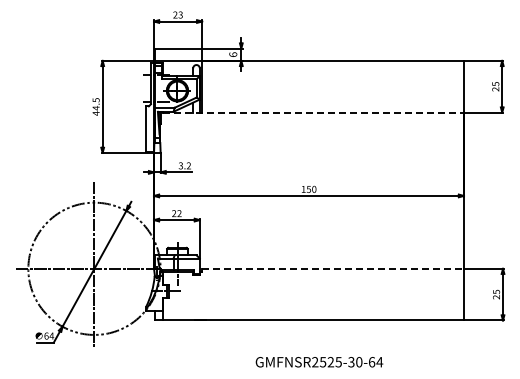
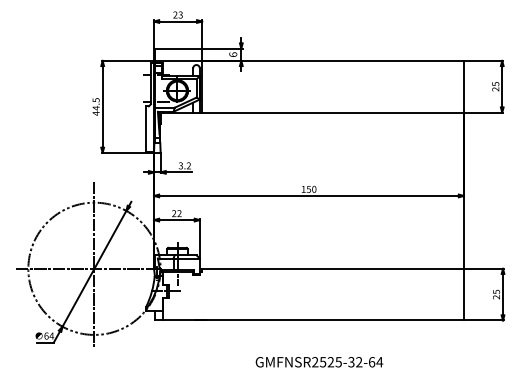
line at (314, 112): dashed -> solid
line at (333, 268): dashed -> solid
text at (359, 362): GMFNSR2525-30-64 -> GMFNSR2525-32-64
